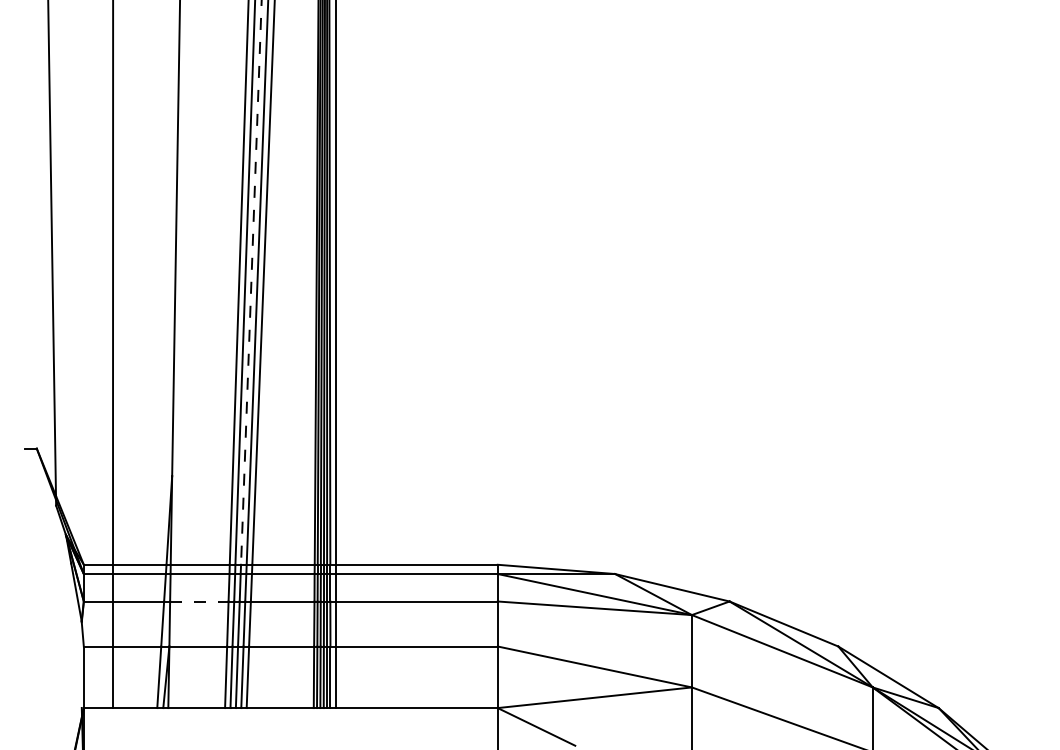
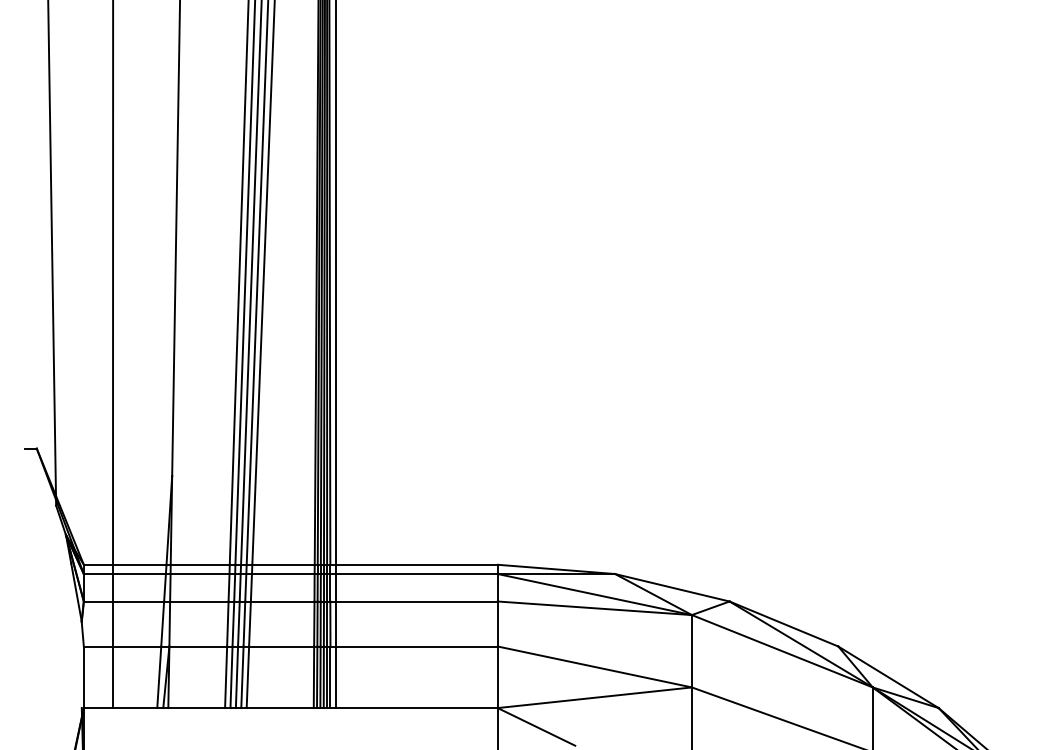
line at (251, 283): dashed -> solid
line at (199, 601): dashed -> solid
